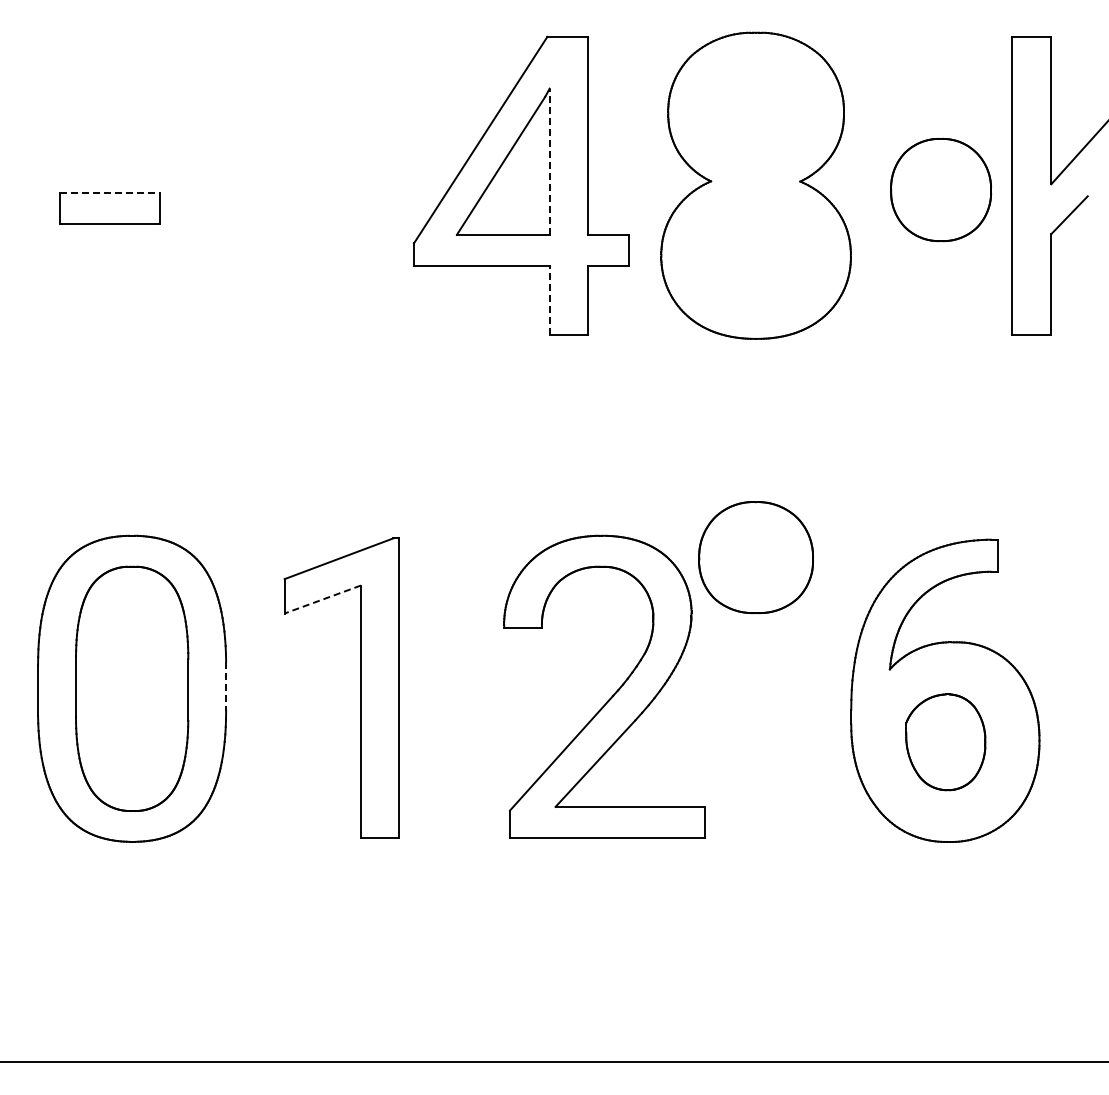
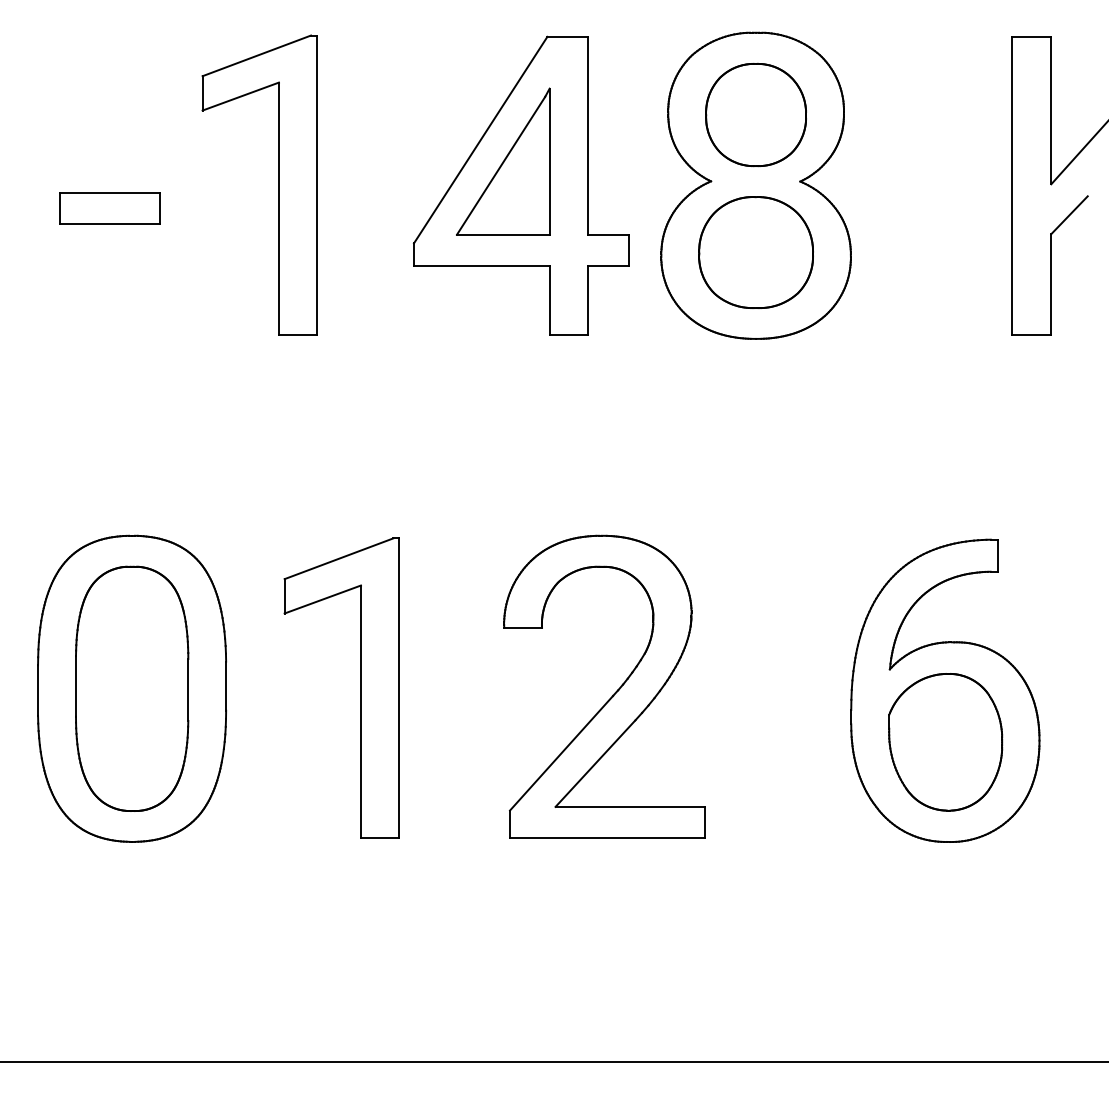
line at (549, 161): dashed -> solid
part at (278, 184): none -> present
part at (940, 189) position: (940, 189) -> (755, 114)
line at (109, 192): dashed -> solid
line at (549, 300): dashed -> solid
part at (755, 557) position: (755, 557) -> (755, 252)
line at (322, 599): dashed -> solid
line at (226, 686): dashed -> solid
part at (945, 742) size: 82x99 px -> 116x139 px
